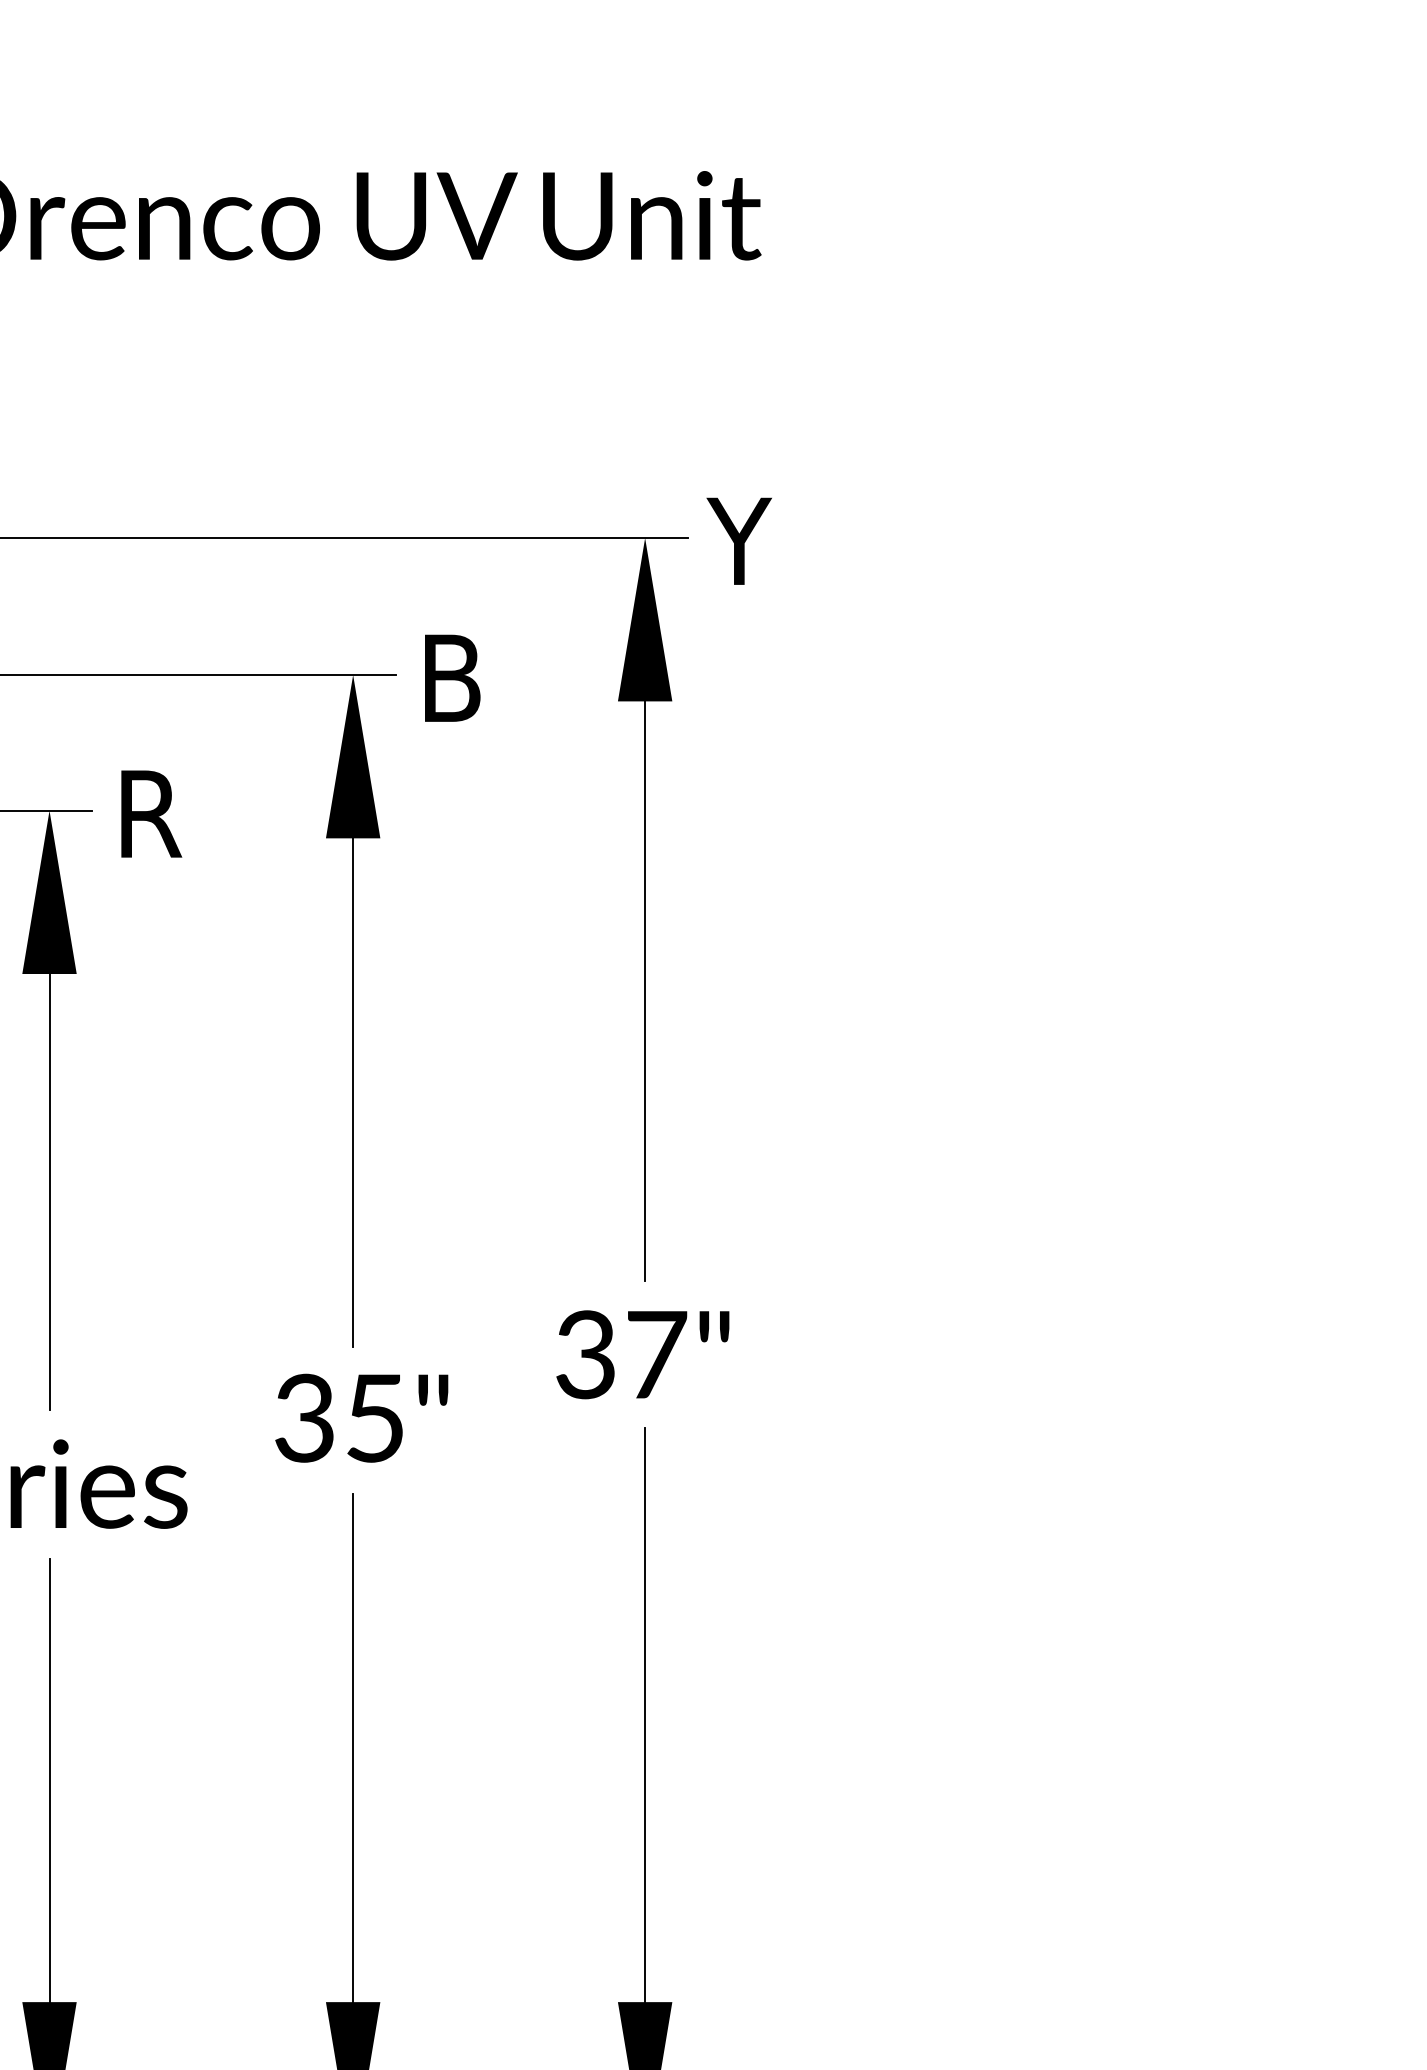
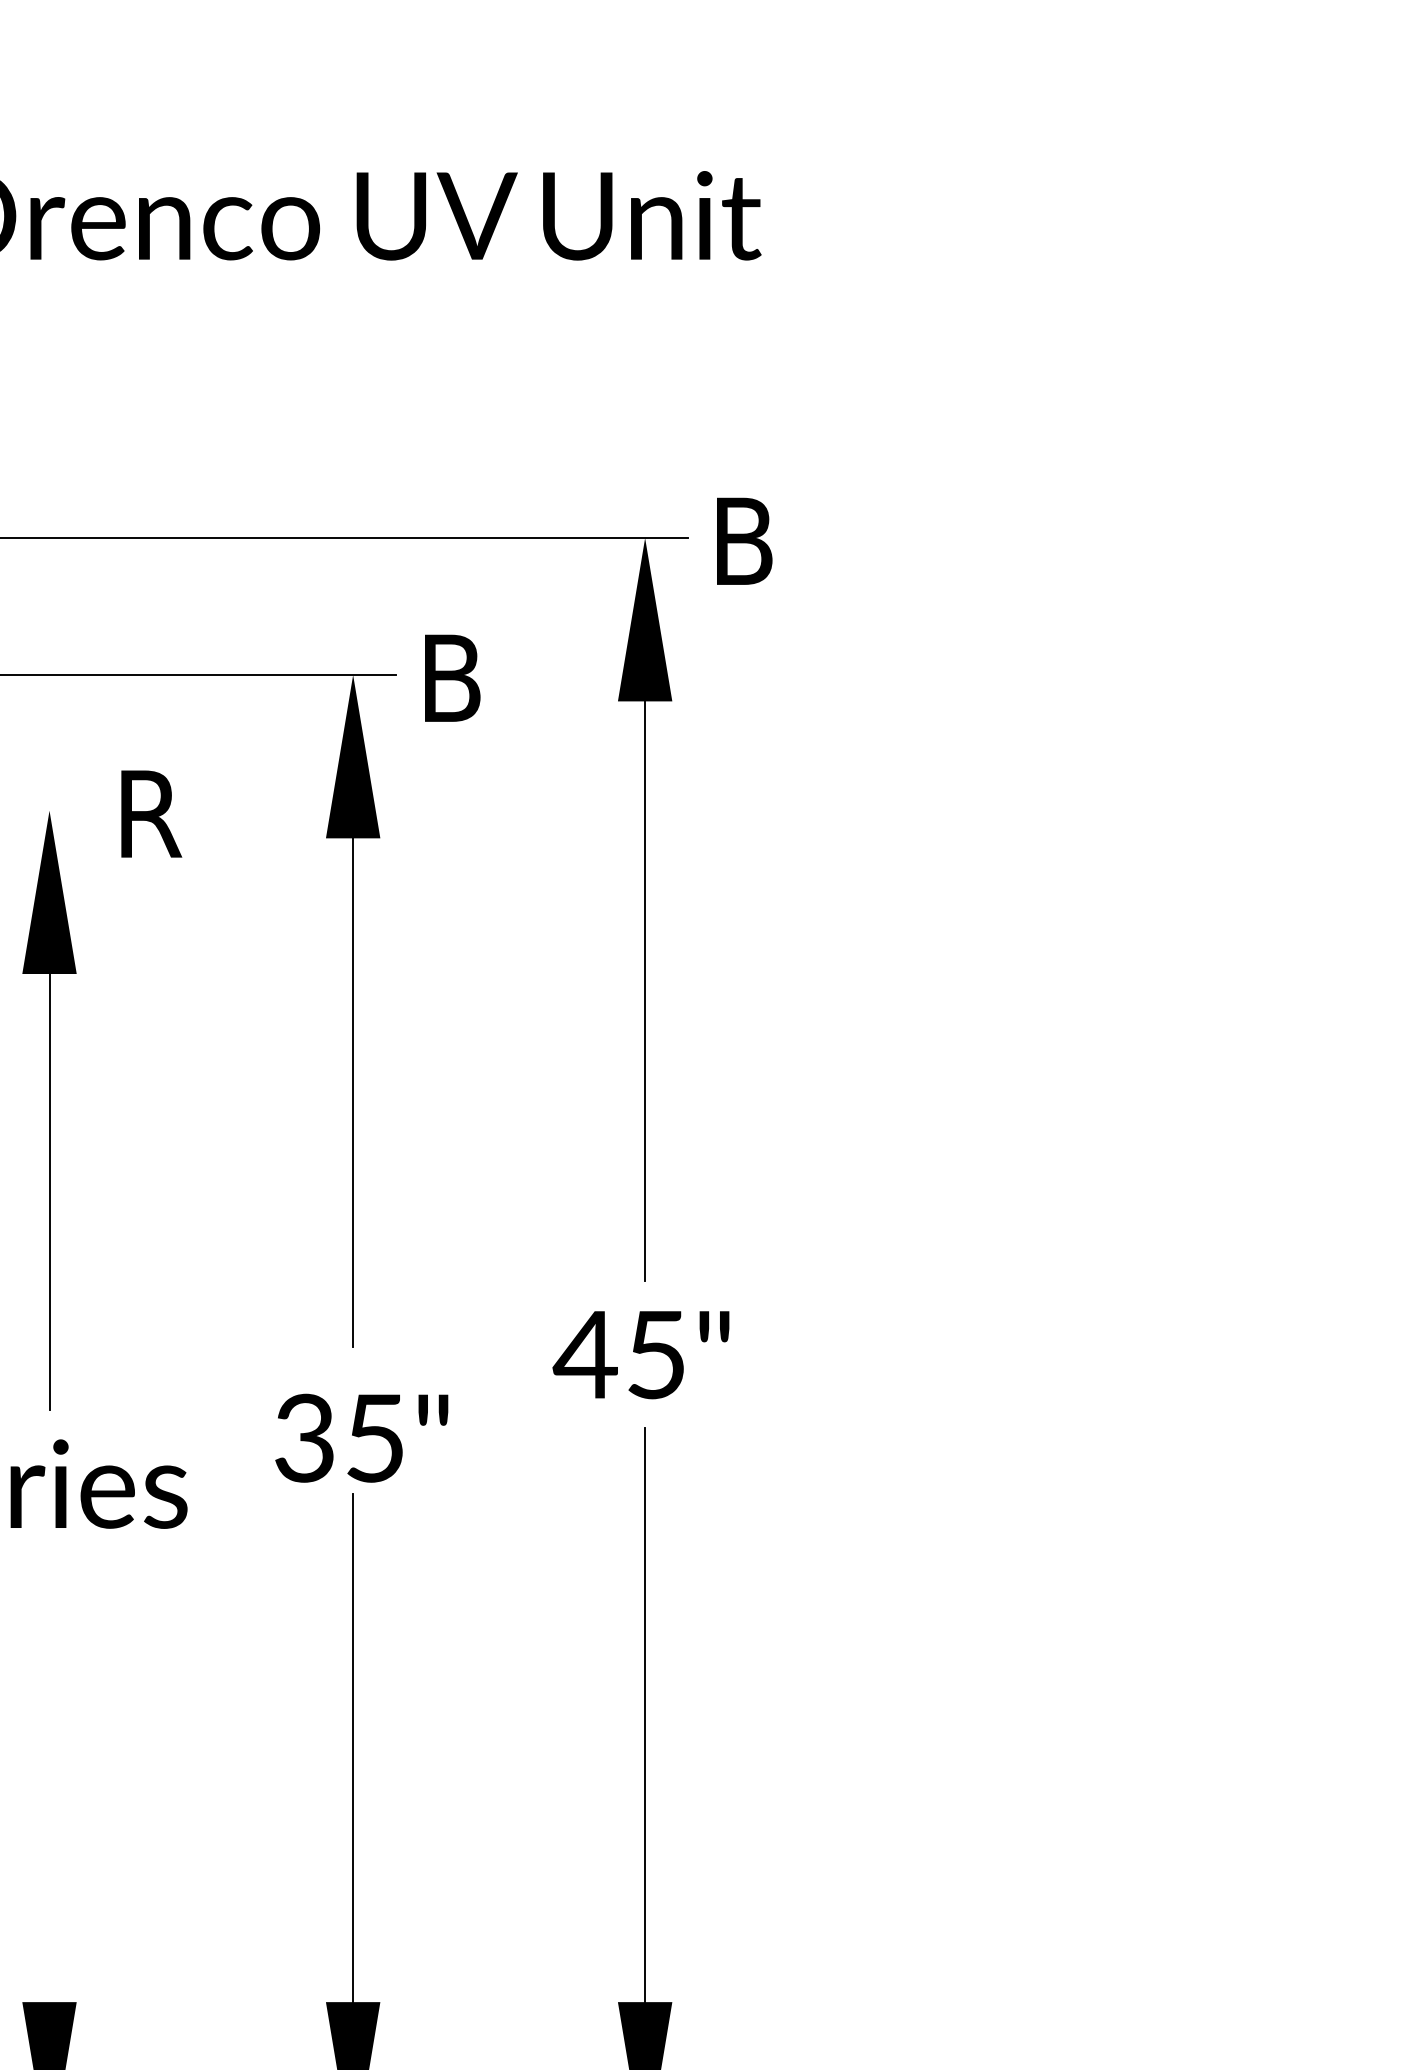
text at (739, 540): Y -> B
line at (47, 810): present -> none
text at (619, 1354): 37" -> 45"
text at (361, 1417) position: (361, 1417) -> (361, 1437)
line at (49, 1780): present -> none
